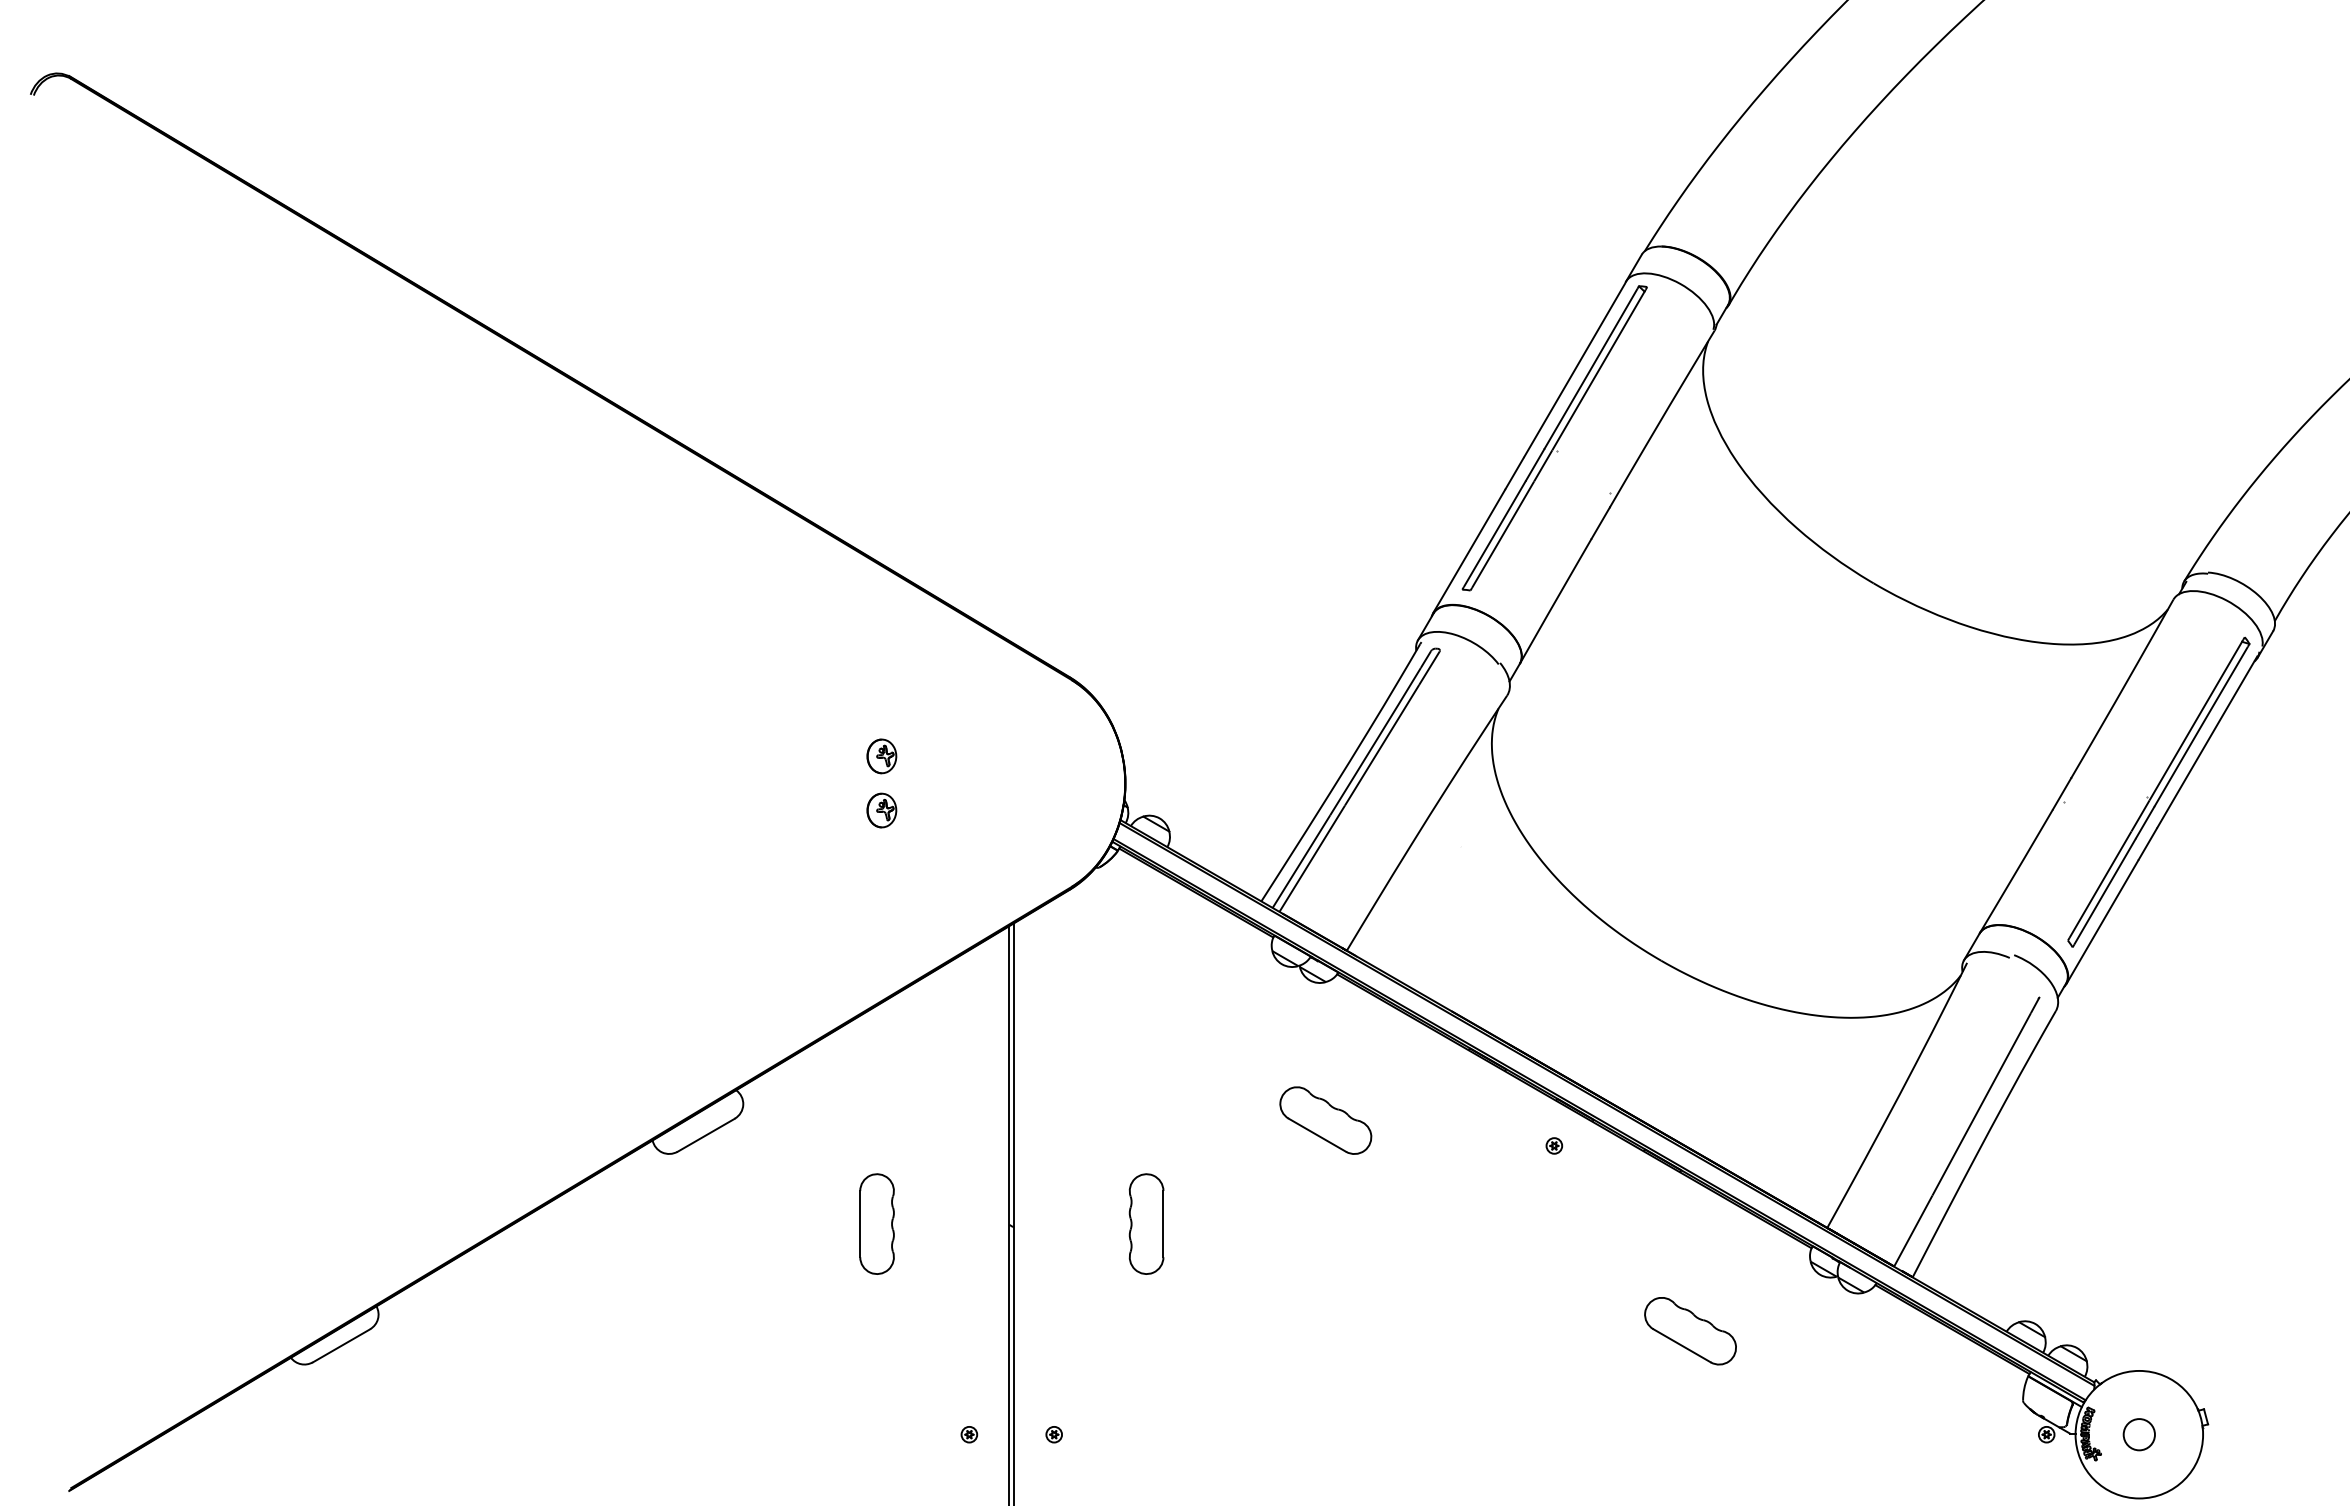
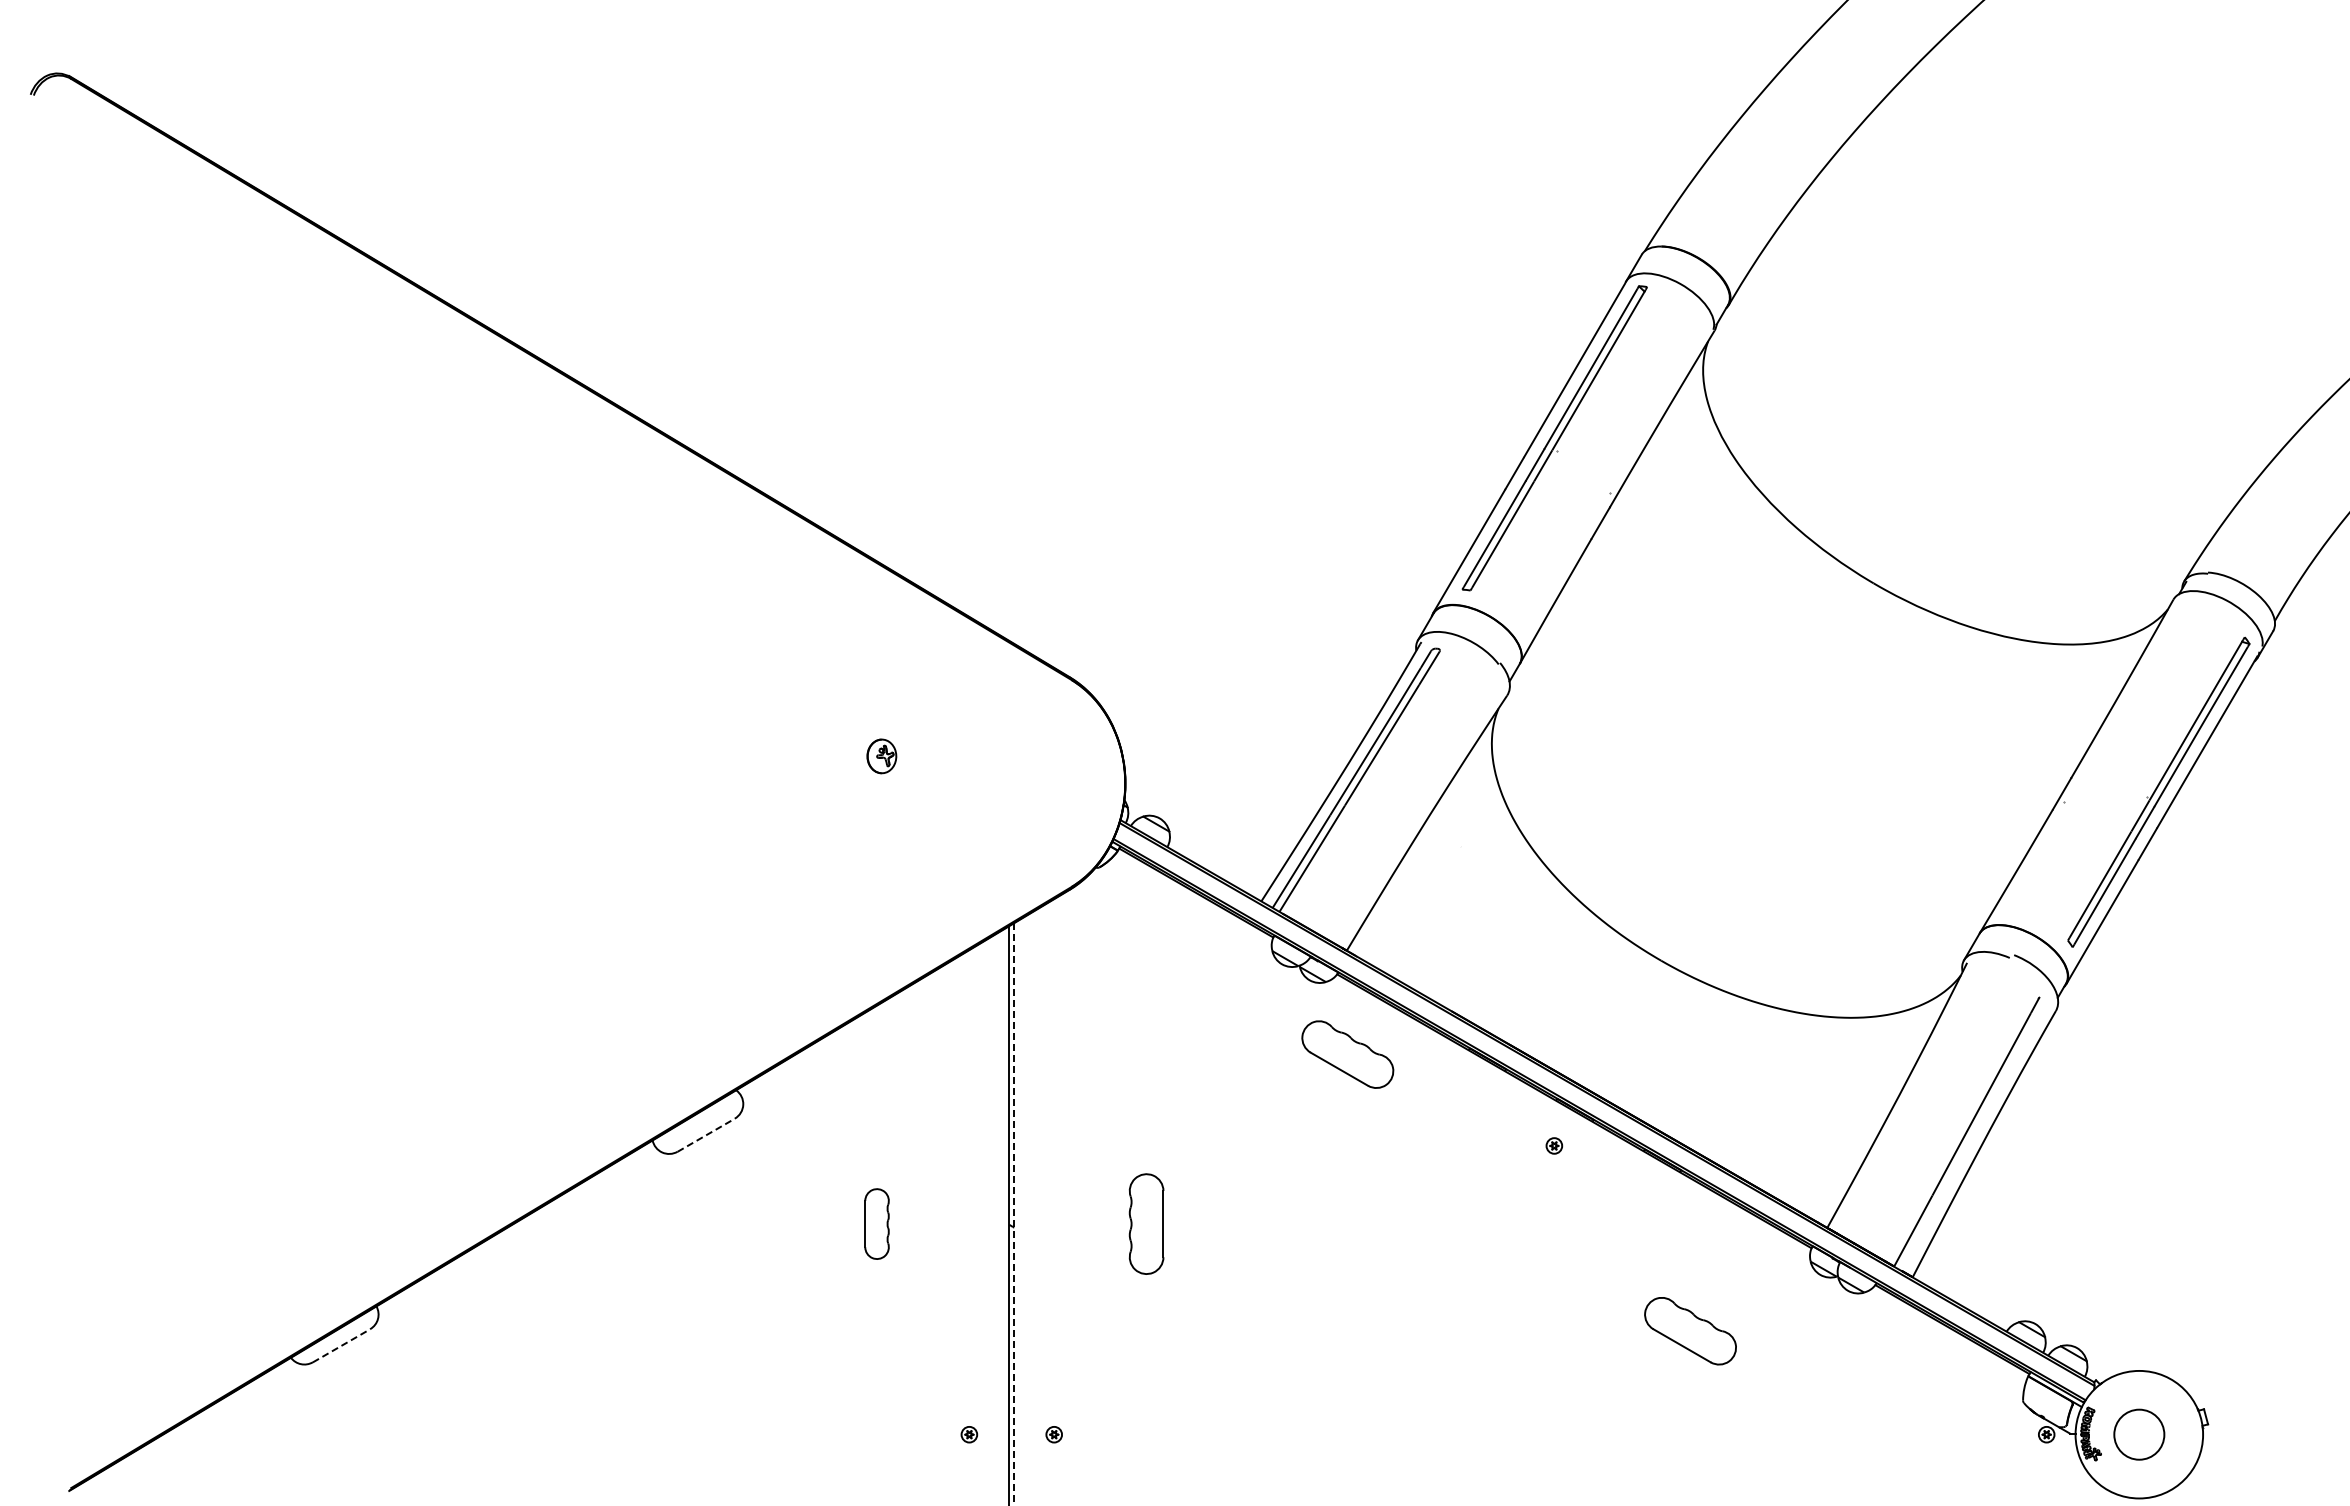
part at (881, 810): present -> none
part at (1325, 1120) position: (1325, 1120) -> (1347, 1054)
line at (706, 1135): solid -> dashed
line at (1014, 1214): solid -> dashed
part at (876, 1223) size: 36x102 px -> 26x72 px
line at (341, 1345): solid -> dashed
circle at (2138, 1434) diameter: 31 px -> 50 px
